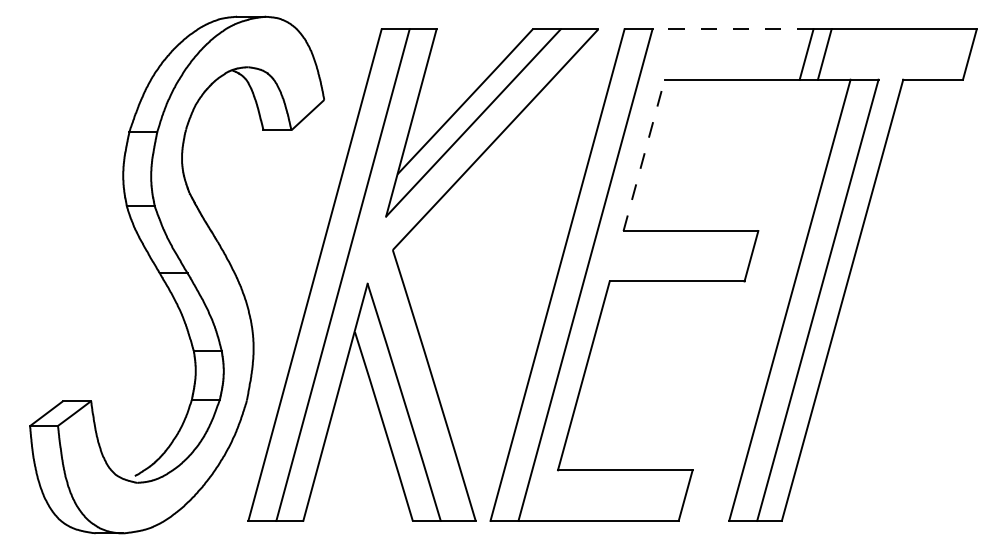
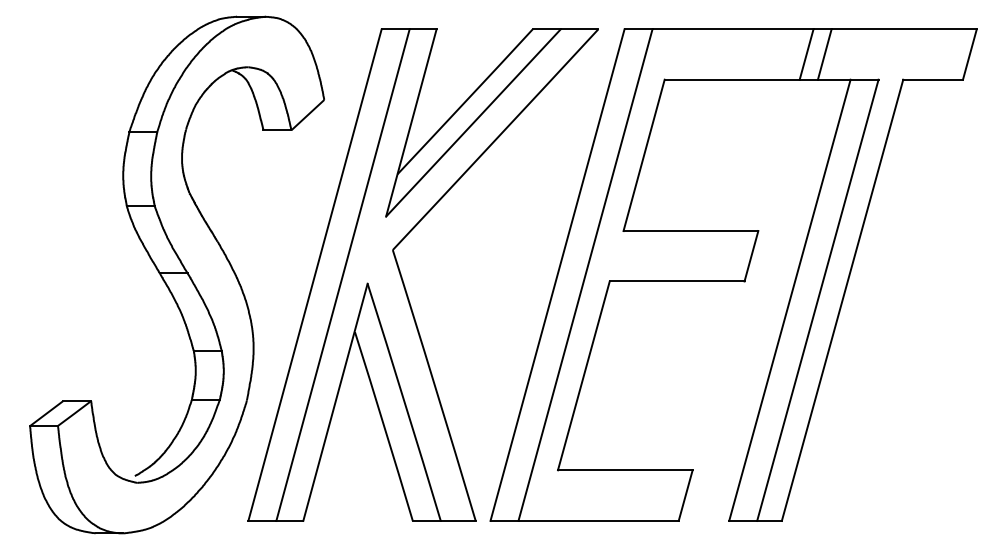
line at (733, 29): dashed -> solid
line at (644, 154): dashed -> solid
